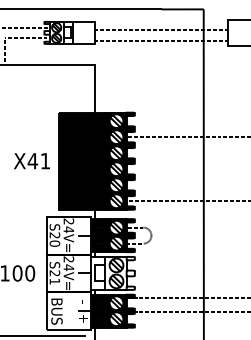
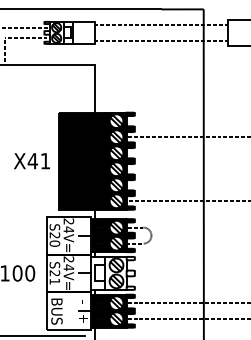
line at (161, 30) position: (161, 30) -> (161, 25)
line at (186, 298) position: (186, 298) -> (186, 303)
line at (186, 312) position: (186, 312) -> (186, 319)
